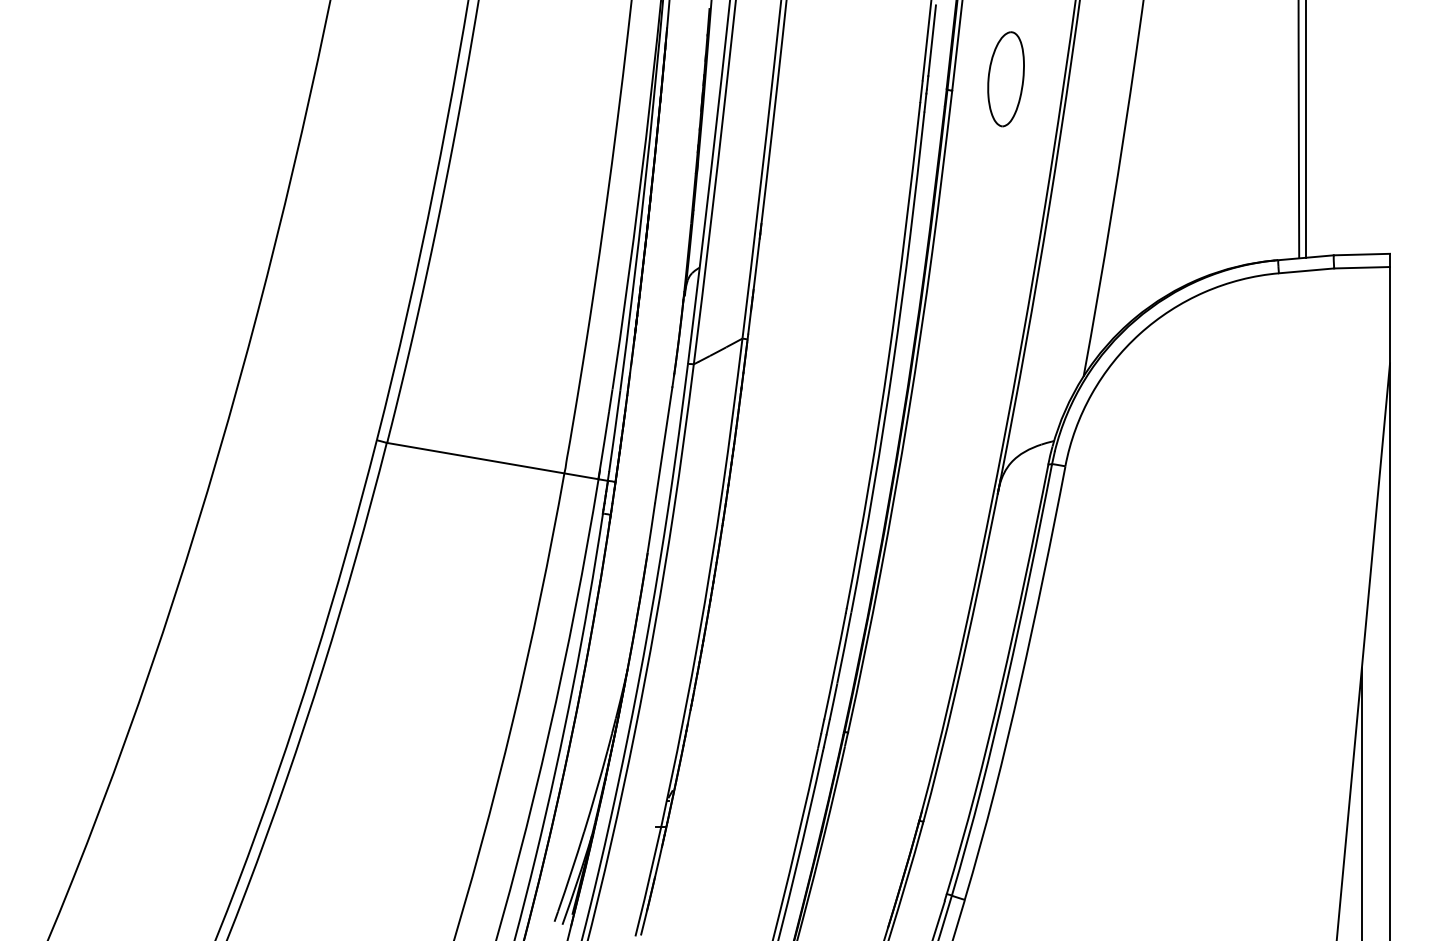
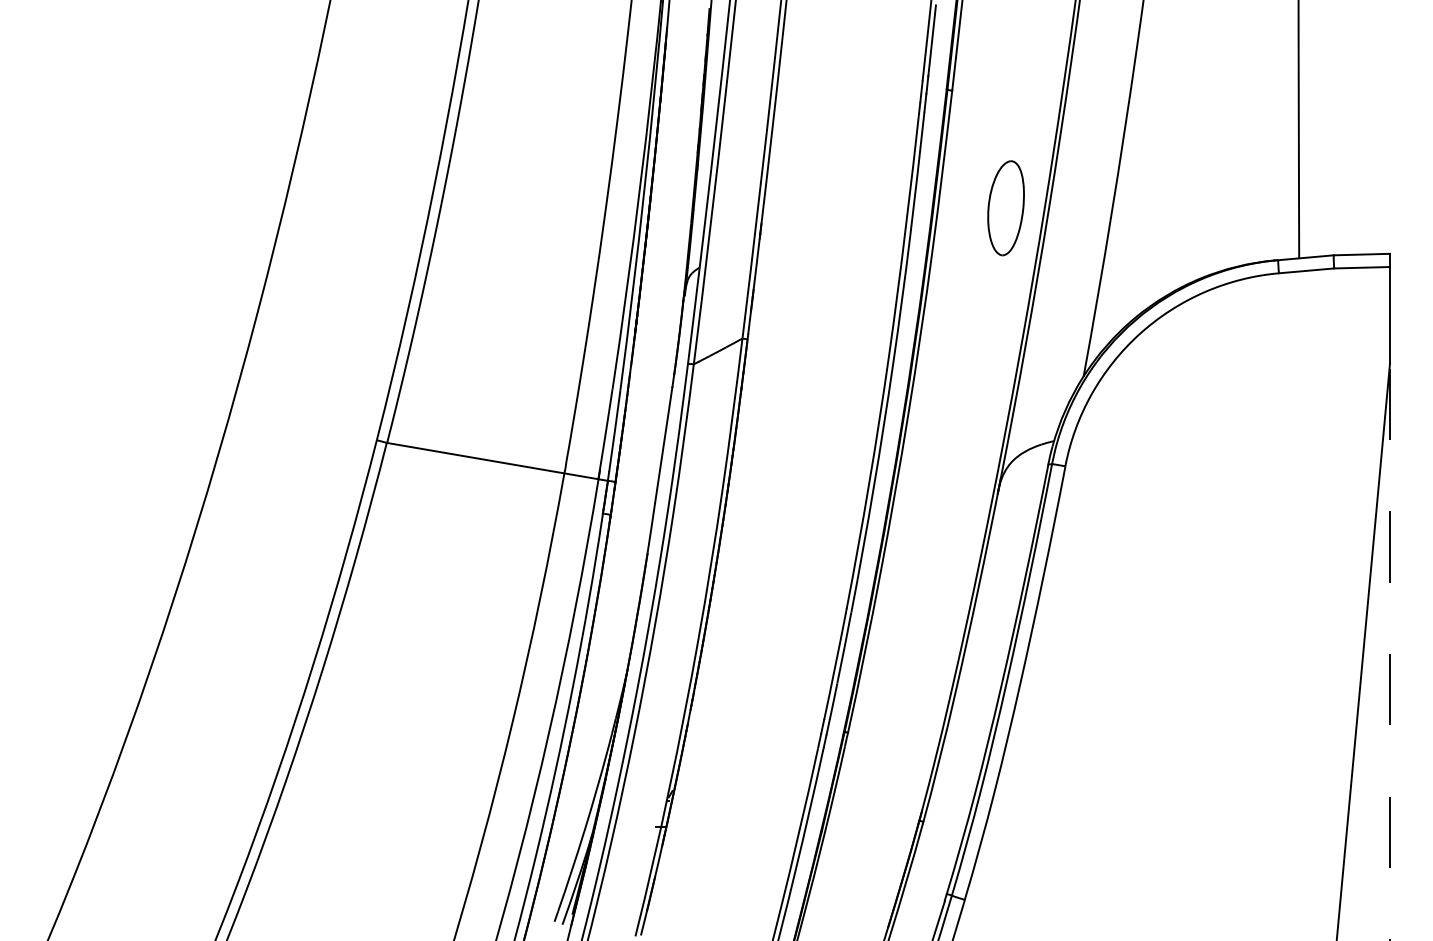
part at (1005, 79) position: (1005, 79) -> (1005, 208)
line at (1305, 129): present -> none
line at (1390, 651): solid -> dashed
line at (1361, 802): present -> none
